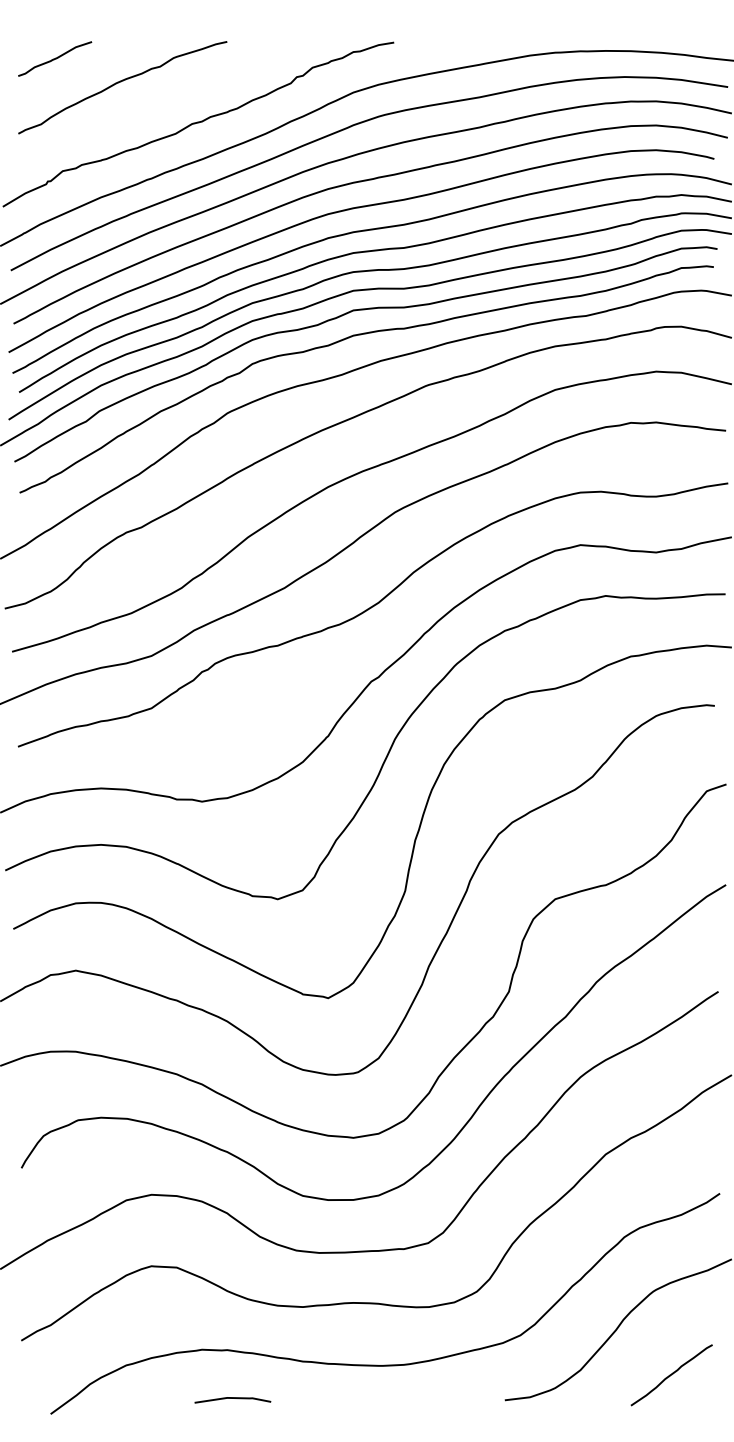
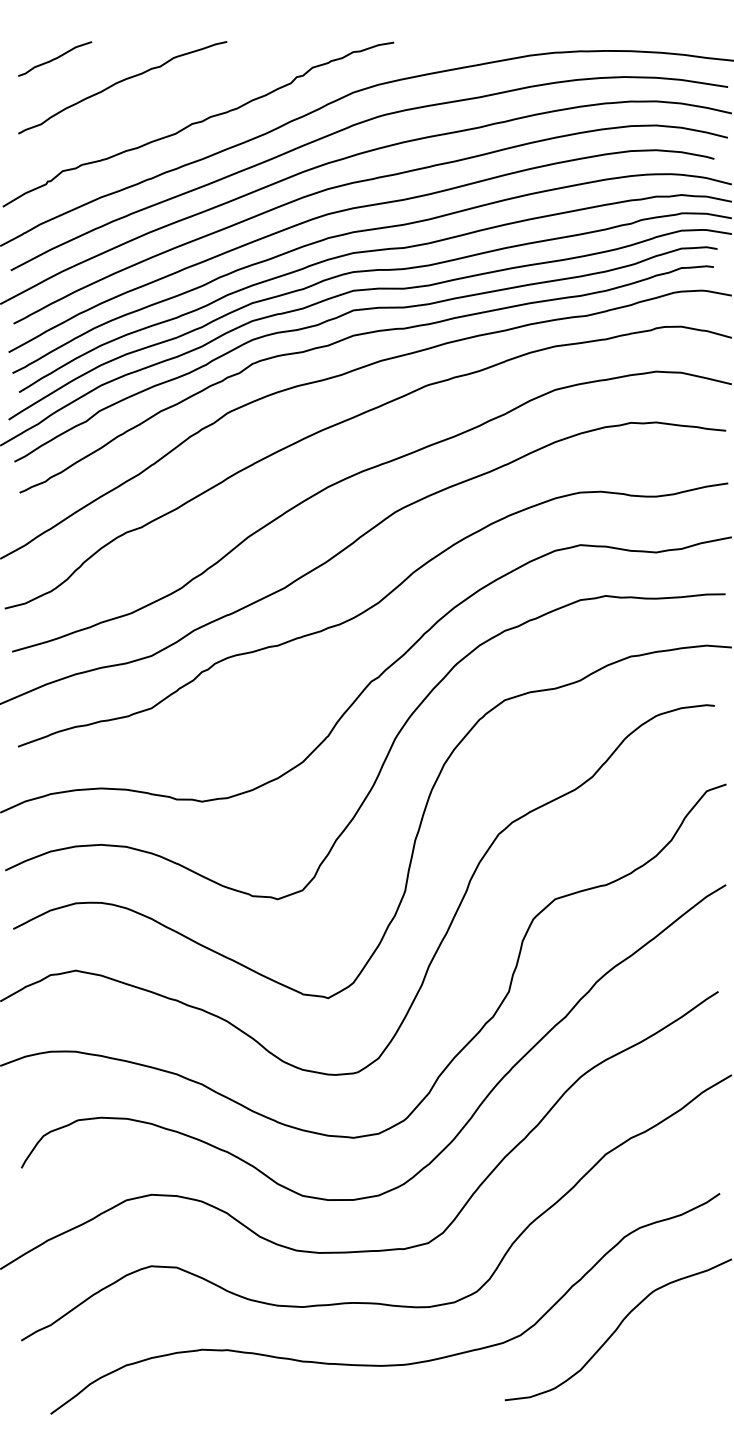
curve at (671, 1375): present -> none
line at (232, 1398): present -> none
